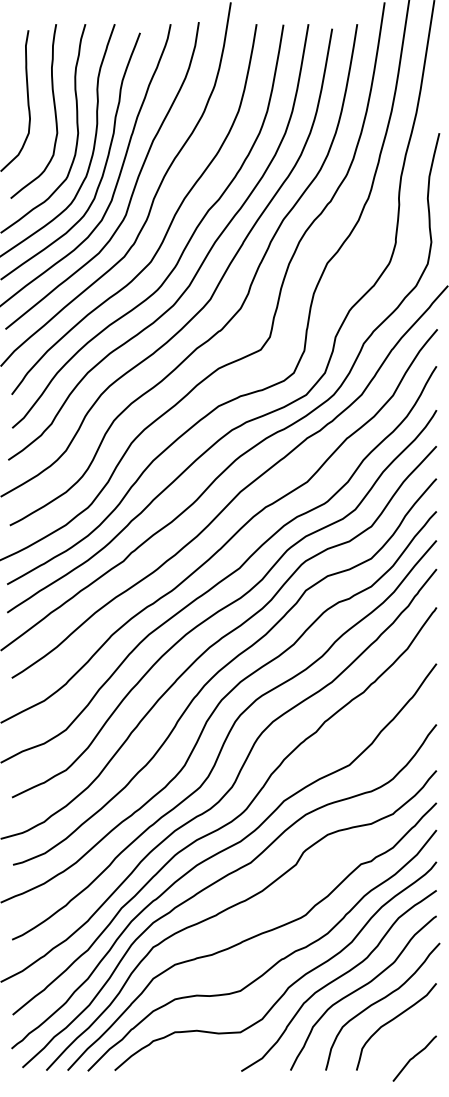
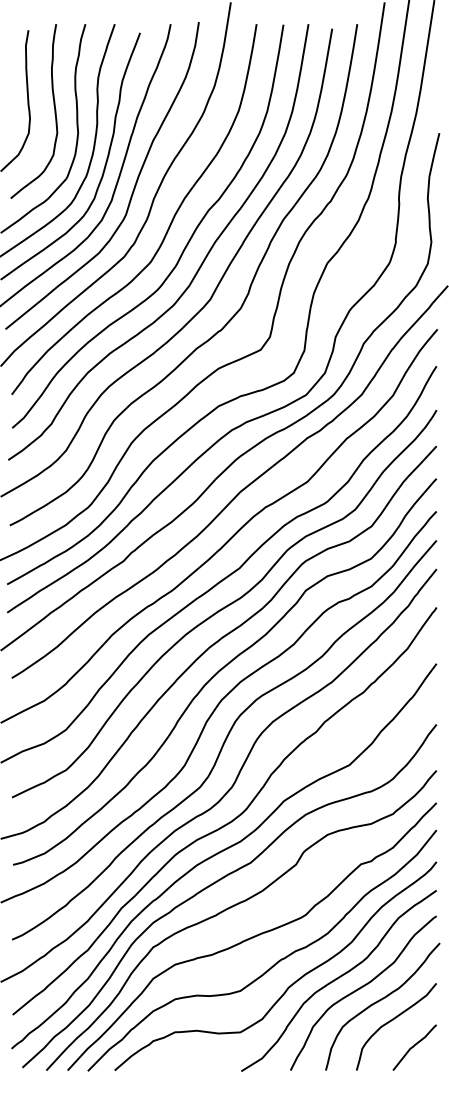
curve at (414, 1057) position: (414, 1057) -> (414, 1046)
